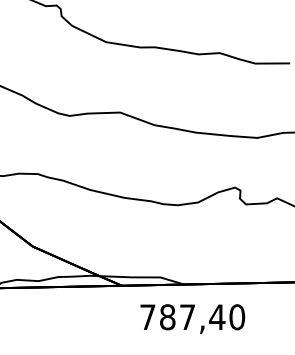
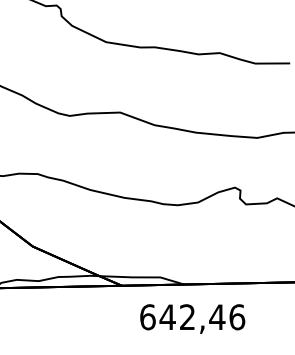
text at (192, 317): 787,40 -> 642,46
